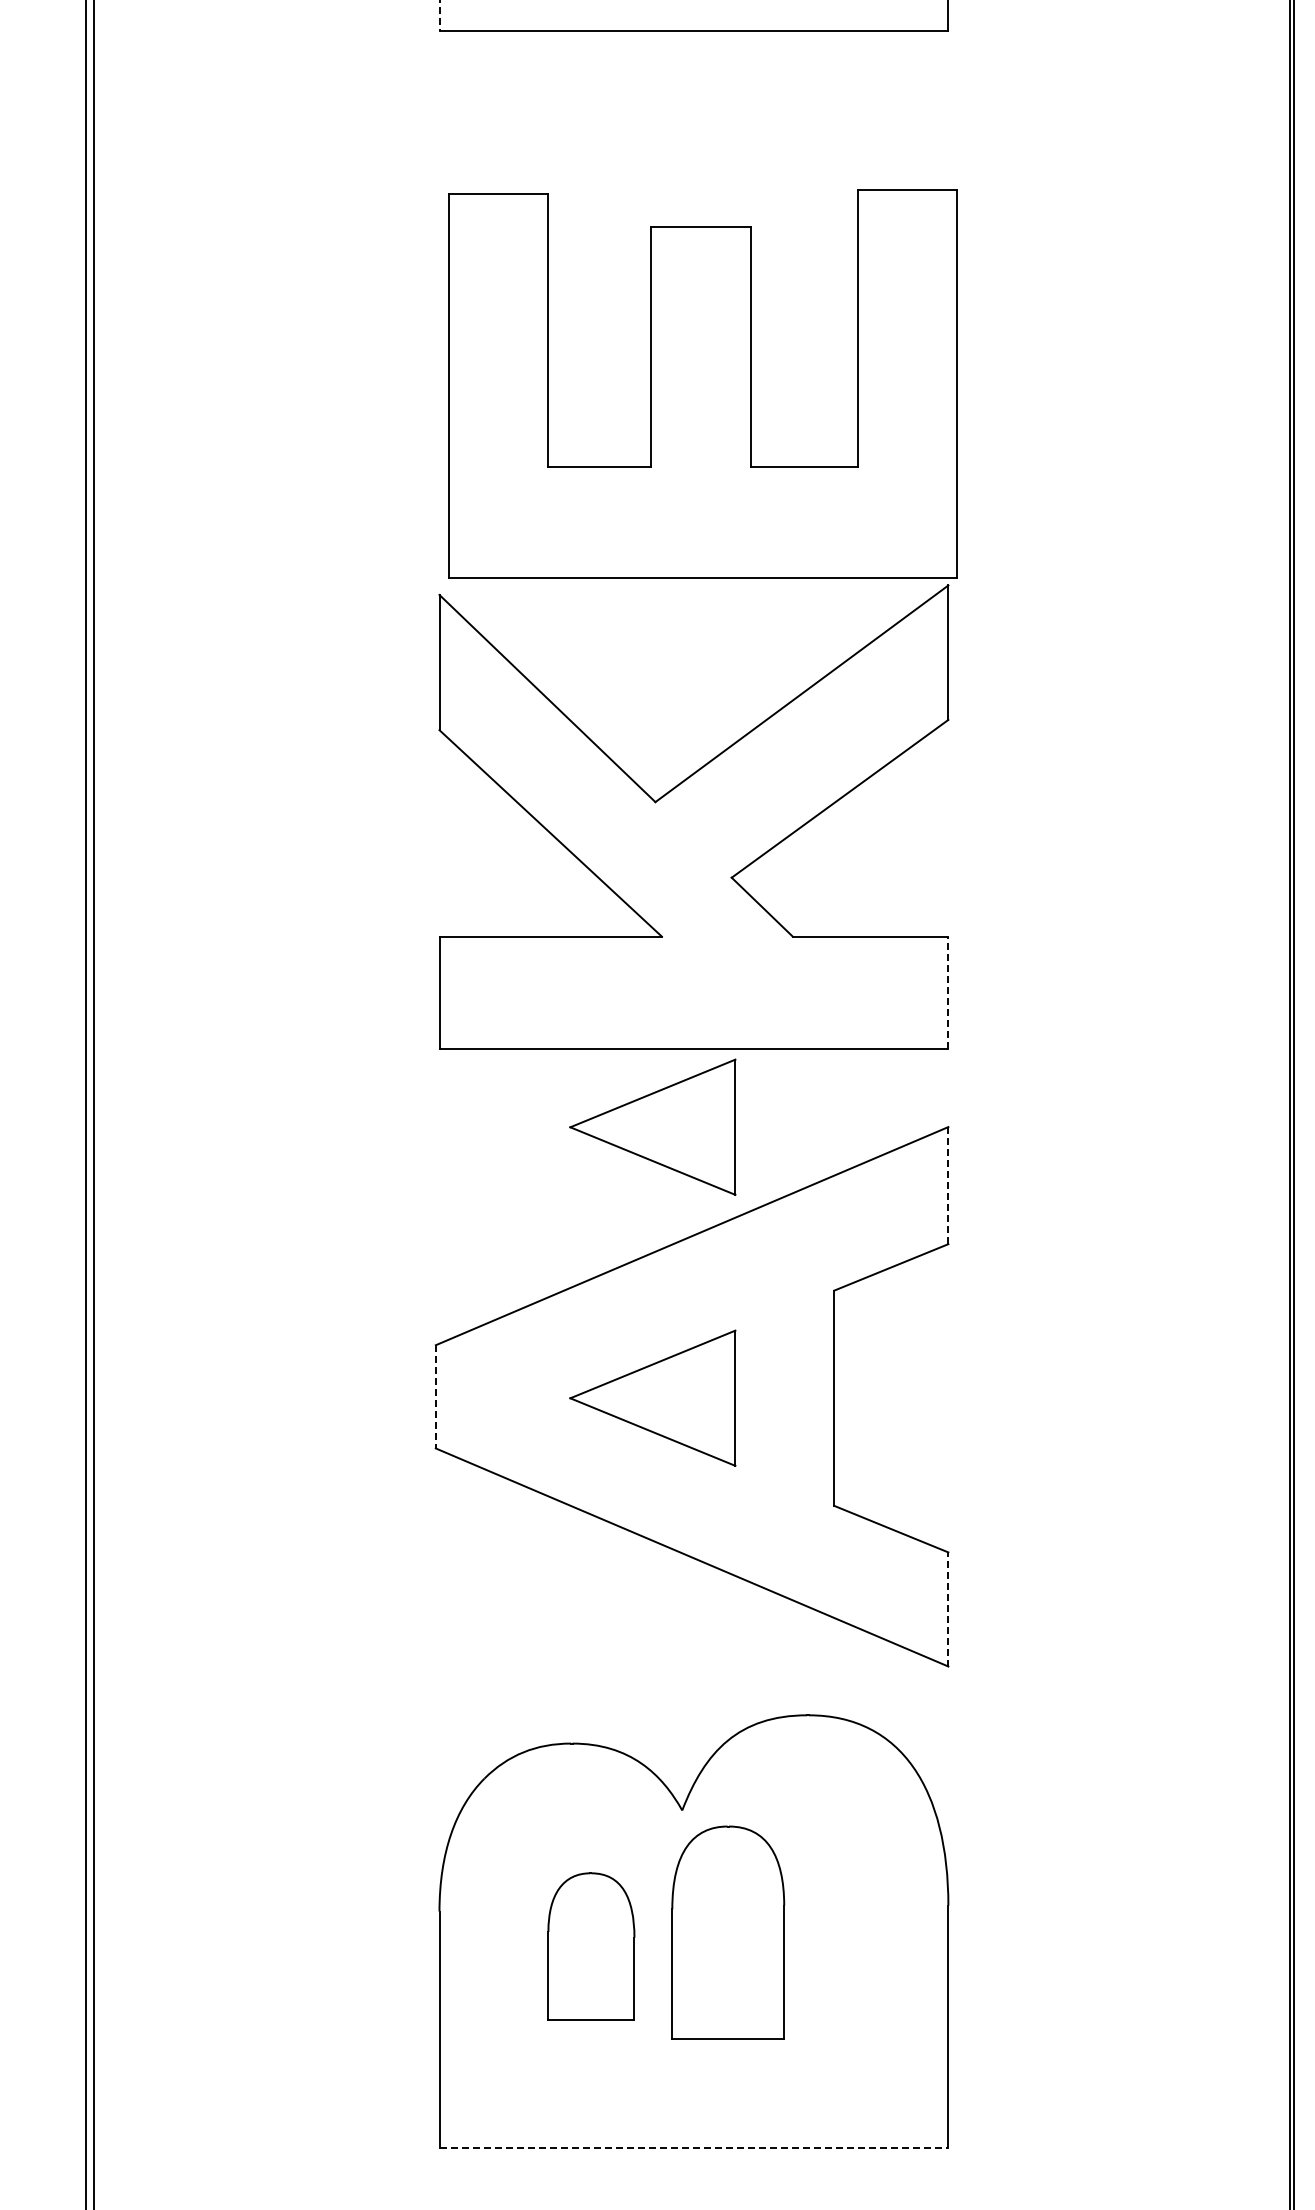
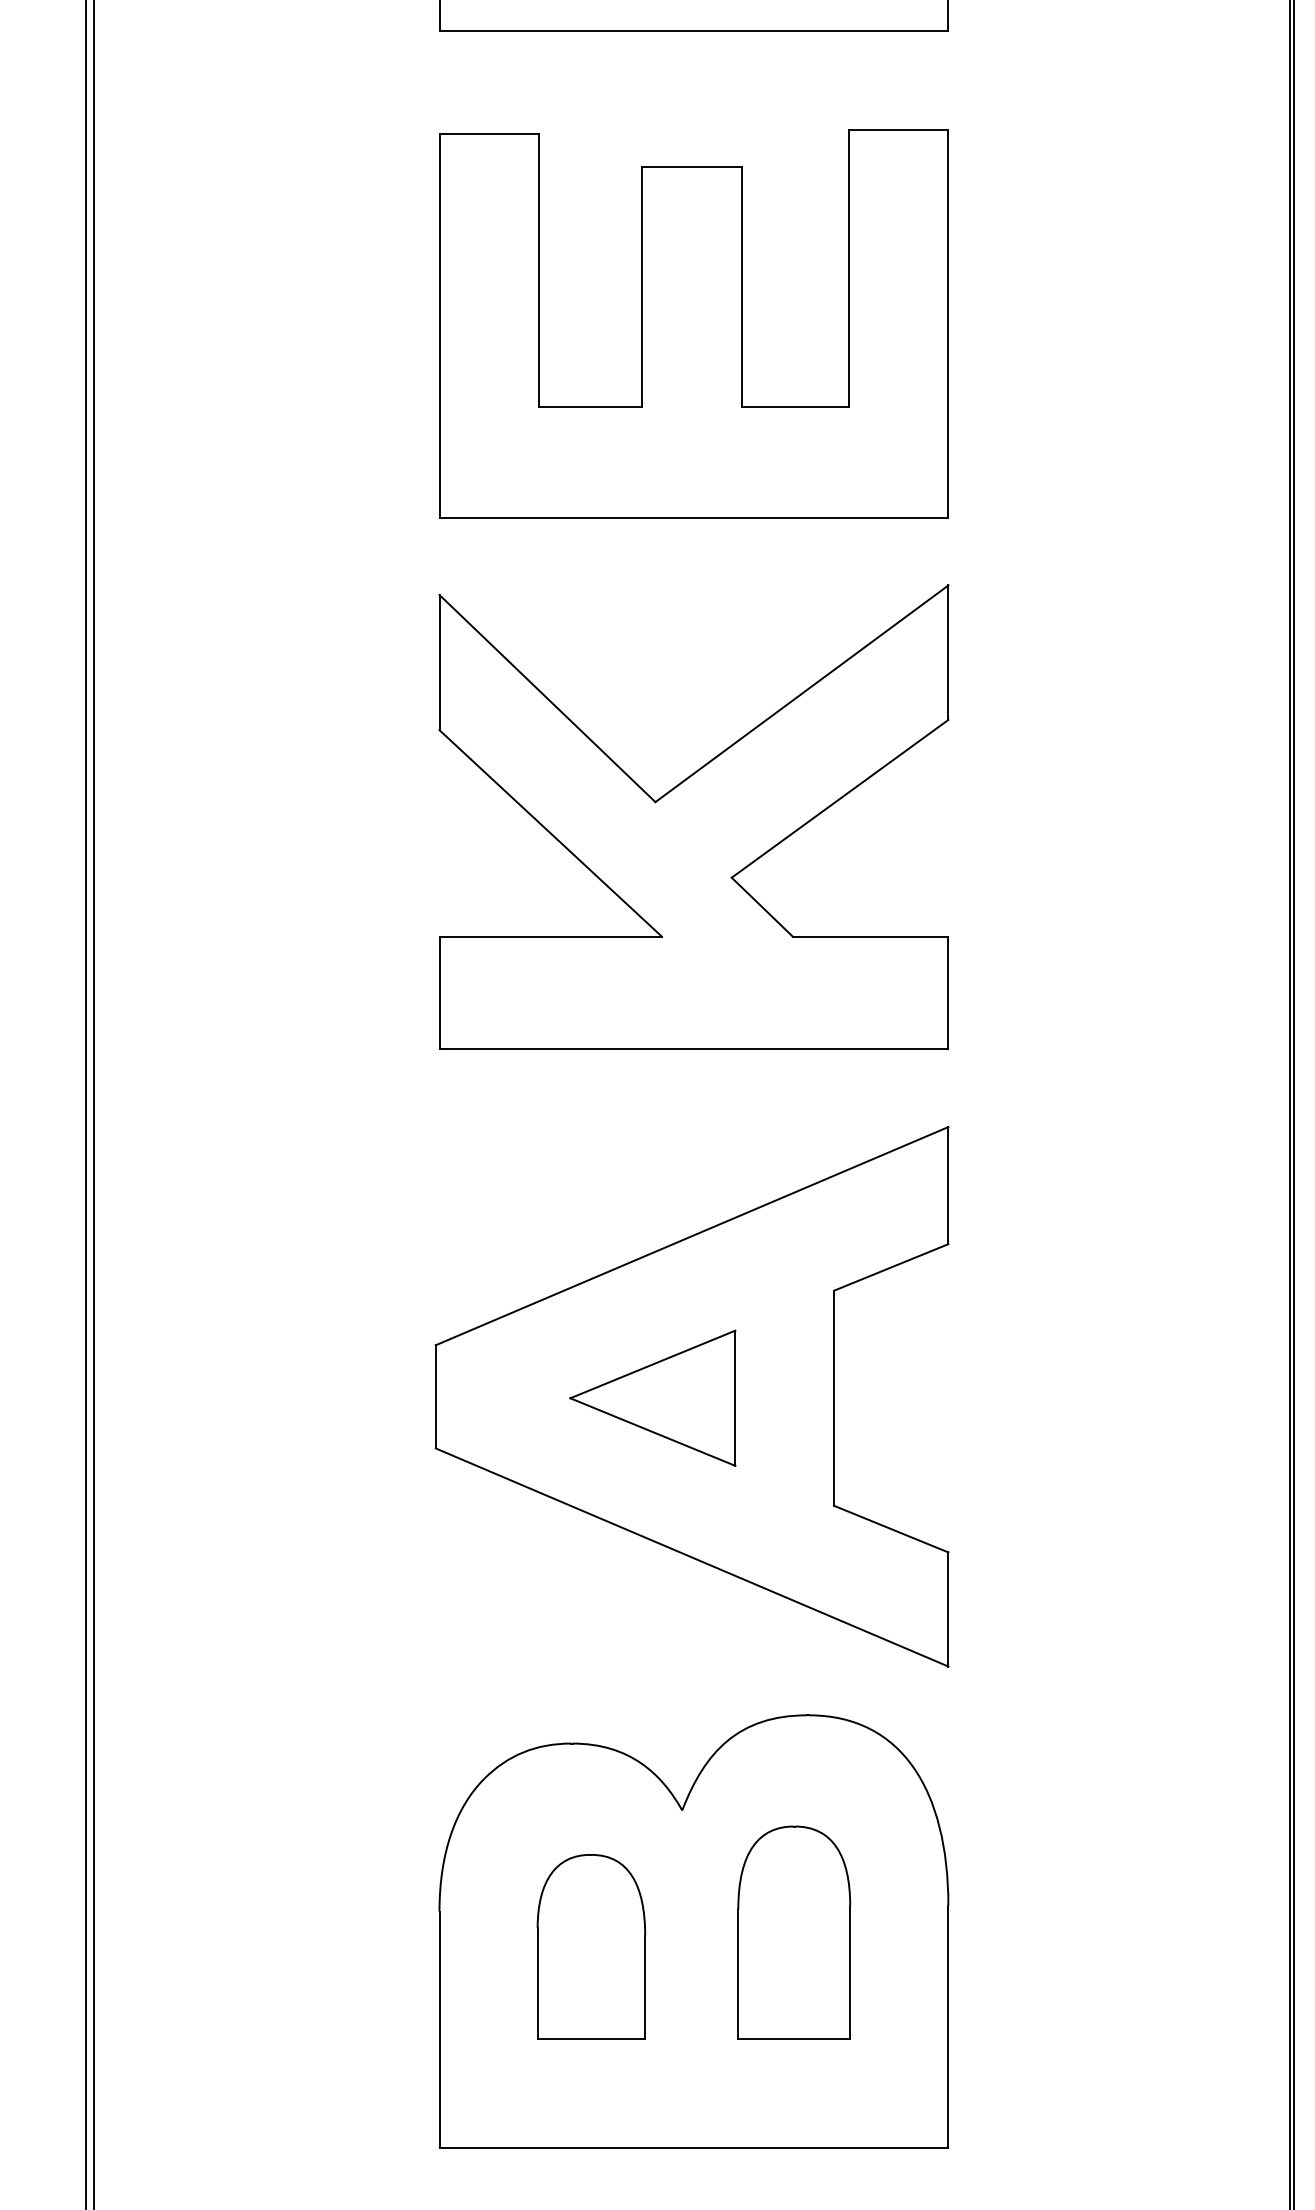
line at (439, 15): dashed -> solid
part at (702, 383) position: (702, 383) -> (693, 323)
line at (948, 992): dashed -> solid
part at (652, 1126): present -> none
line at (948, 1185): dashed -> solid
line at (435, 1396): dashed -> solid
line at (948, 1608): dashed -> solid
part at (728, 1932) position: (728, 1932) -> (794, 1932)
part at (591, 1946) size: 89x149 px -> 111x186 px
line at (694, 2147): dashed -> solid
